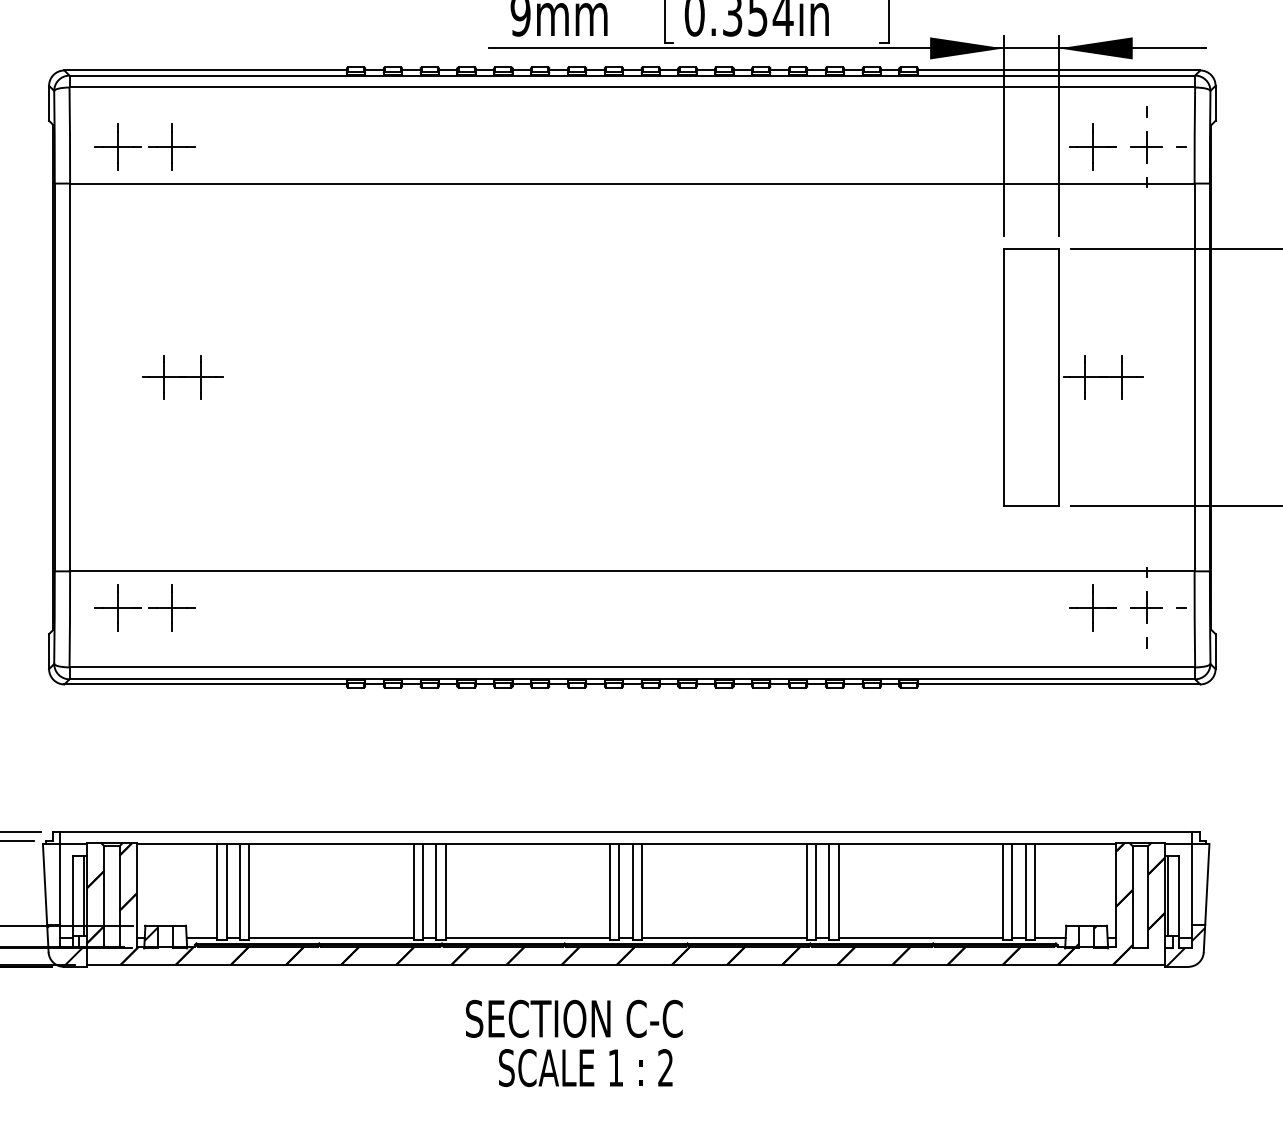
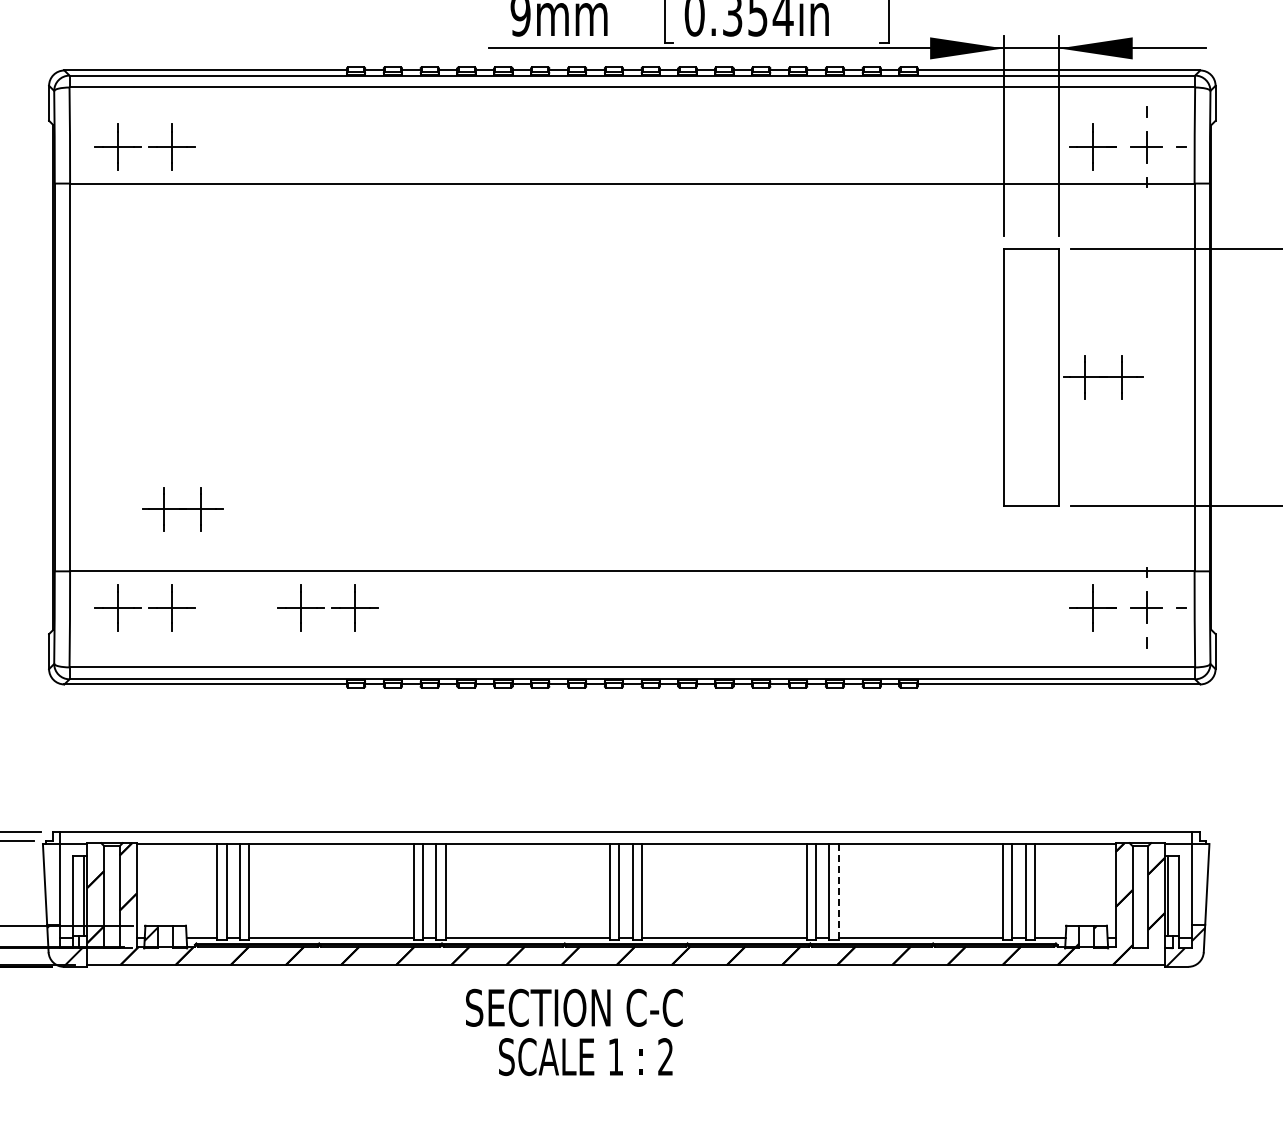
part at (182, 377) position: (182, 377) -> (182, 509)
part at (327, 607): none -> present
line at (838, 892): solid -> dashed
text at (574, 1043) position: (574, 1043) -> (574, 1032)
